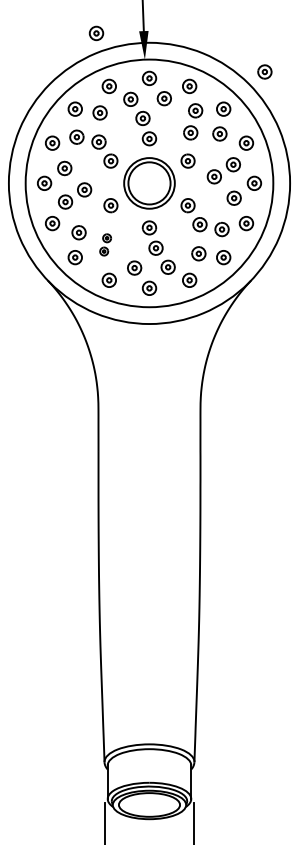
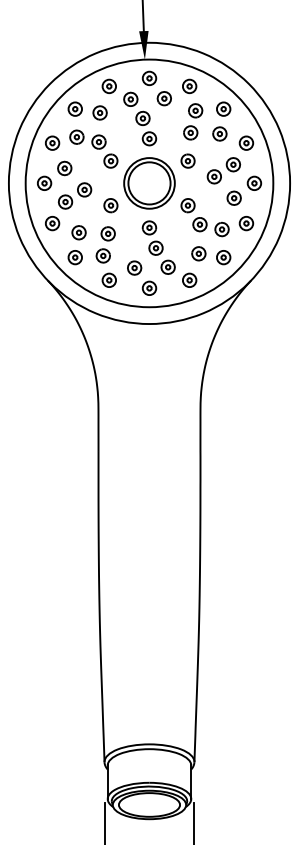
part at (96, 33): present -> none
part at (264, 71): present -> none
part at (105, 244) size: 13x24 px -> 21x38 px
